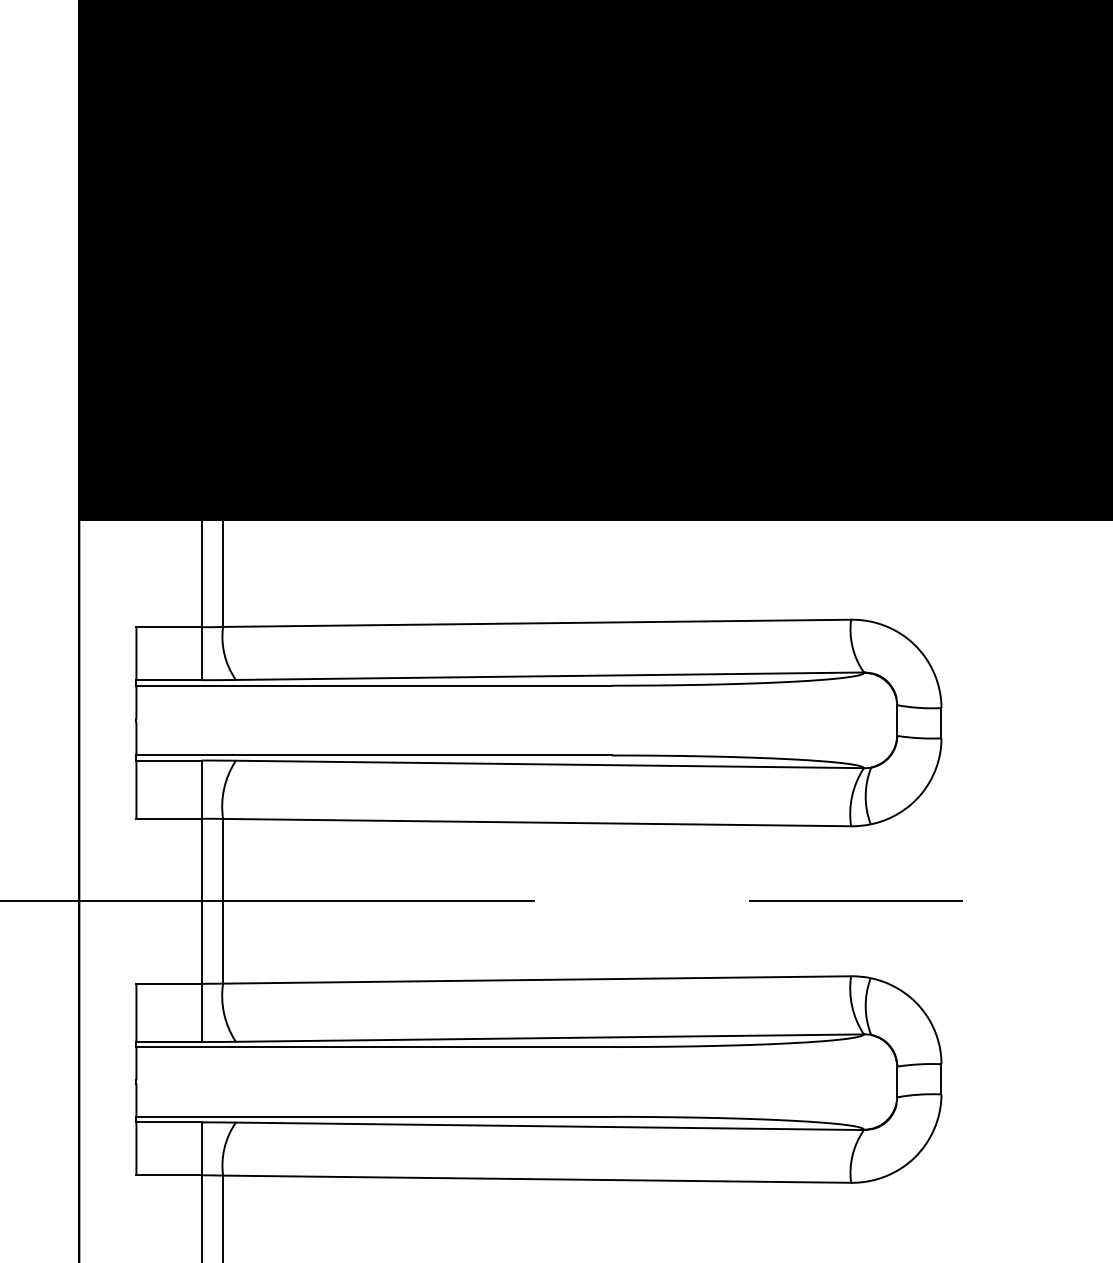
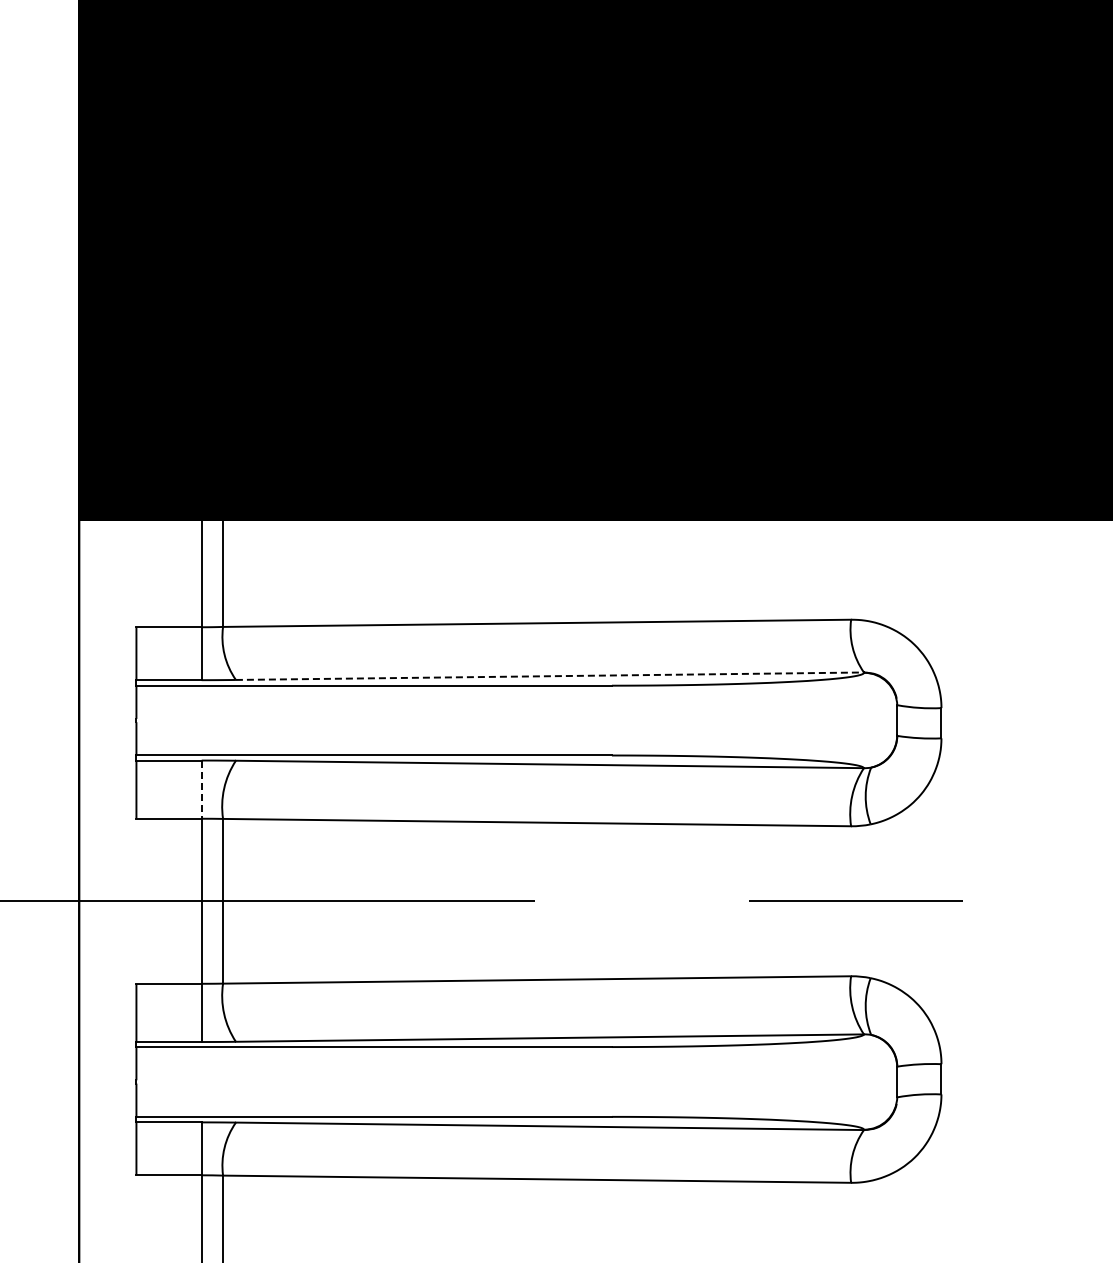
line at (550, 676): solid -> dashed
line at (201, 790): solid -> dashed
